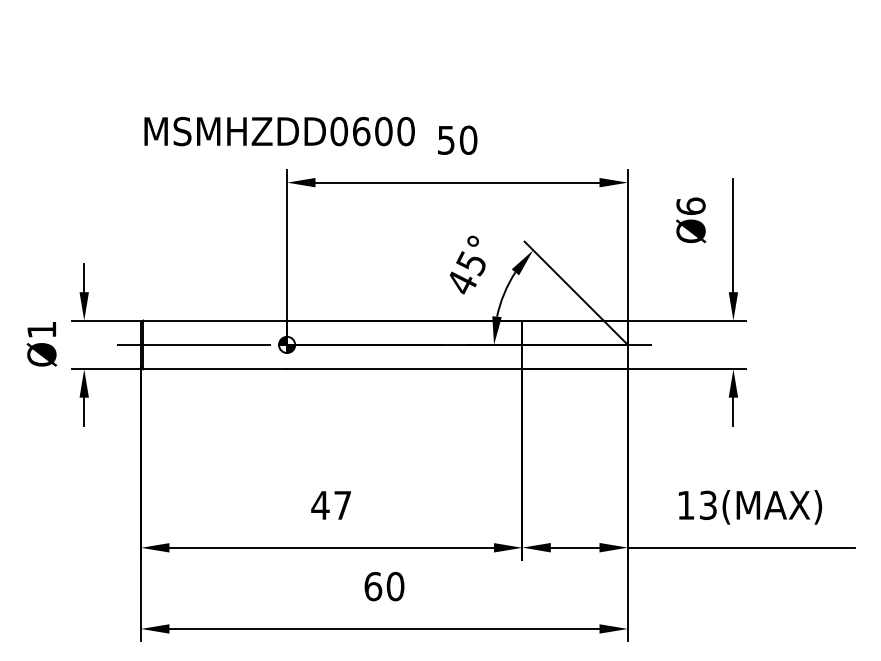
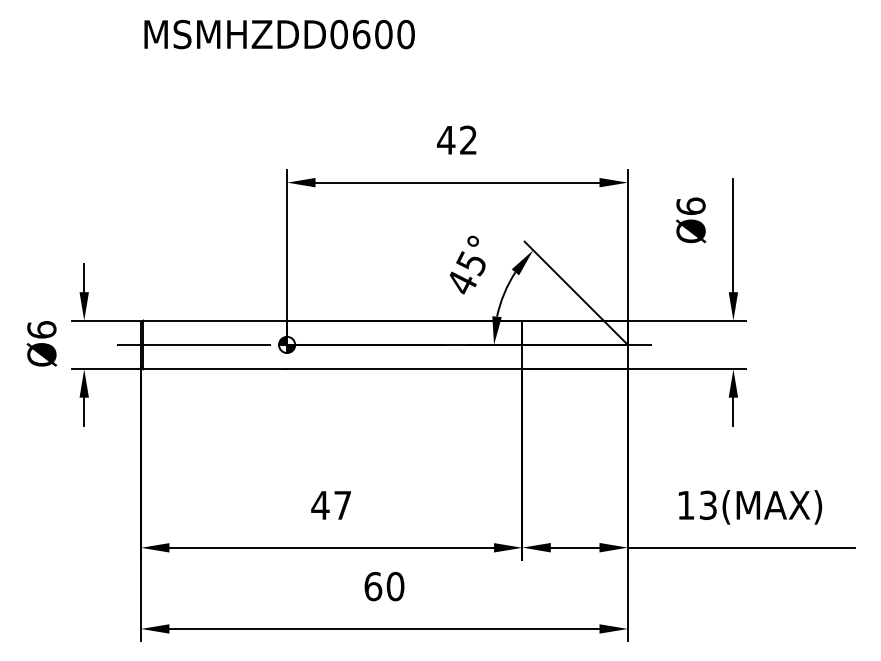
text at (279, 131) position: (279, 131) -> (279, 34)
text at (457, 139): 50 -> 42
text at (41, 329): Ø1 -> Ø6
